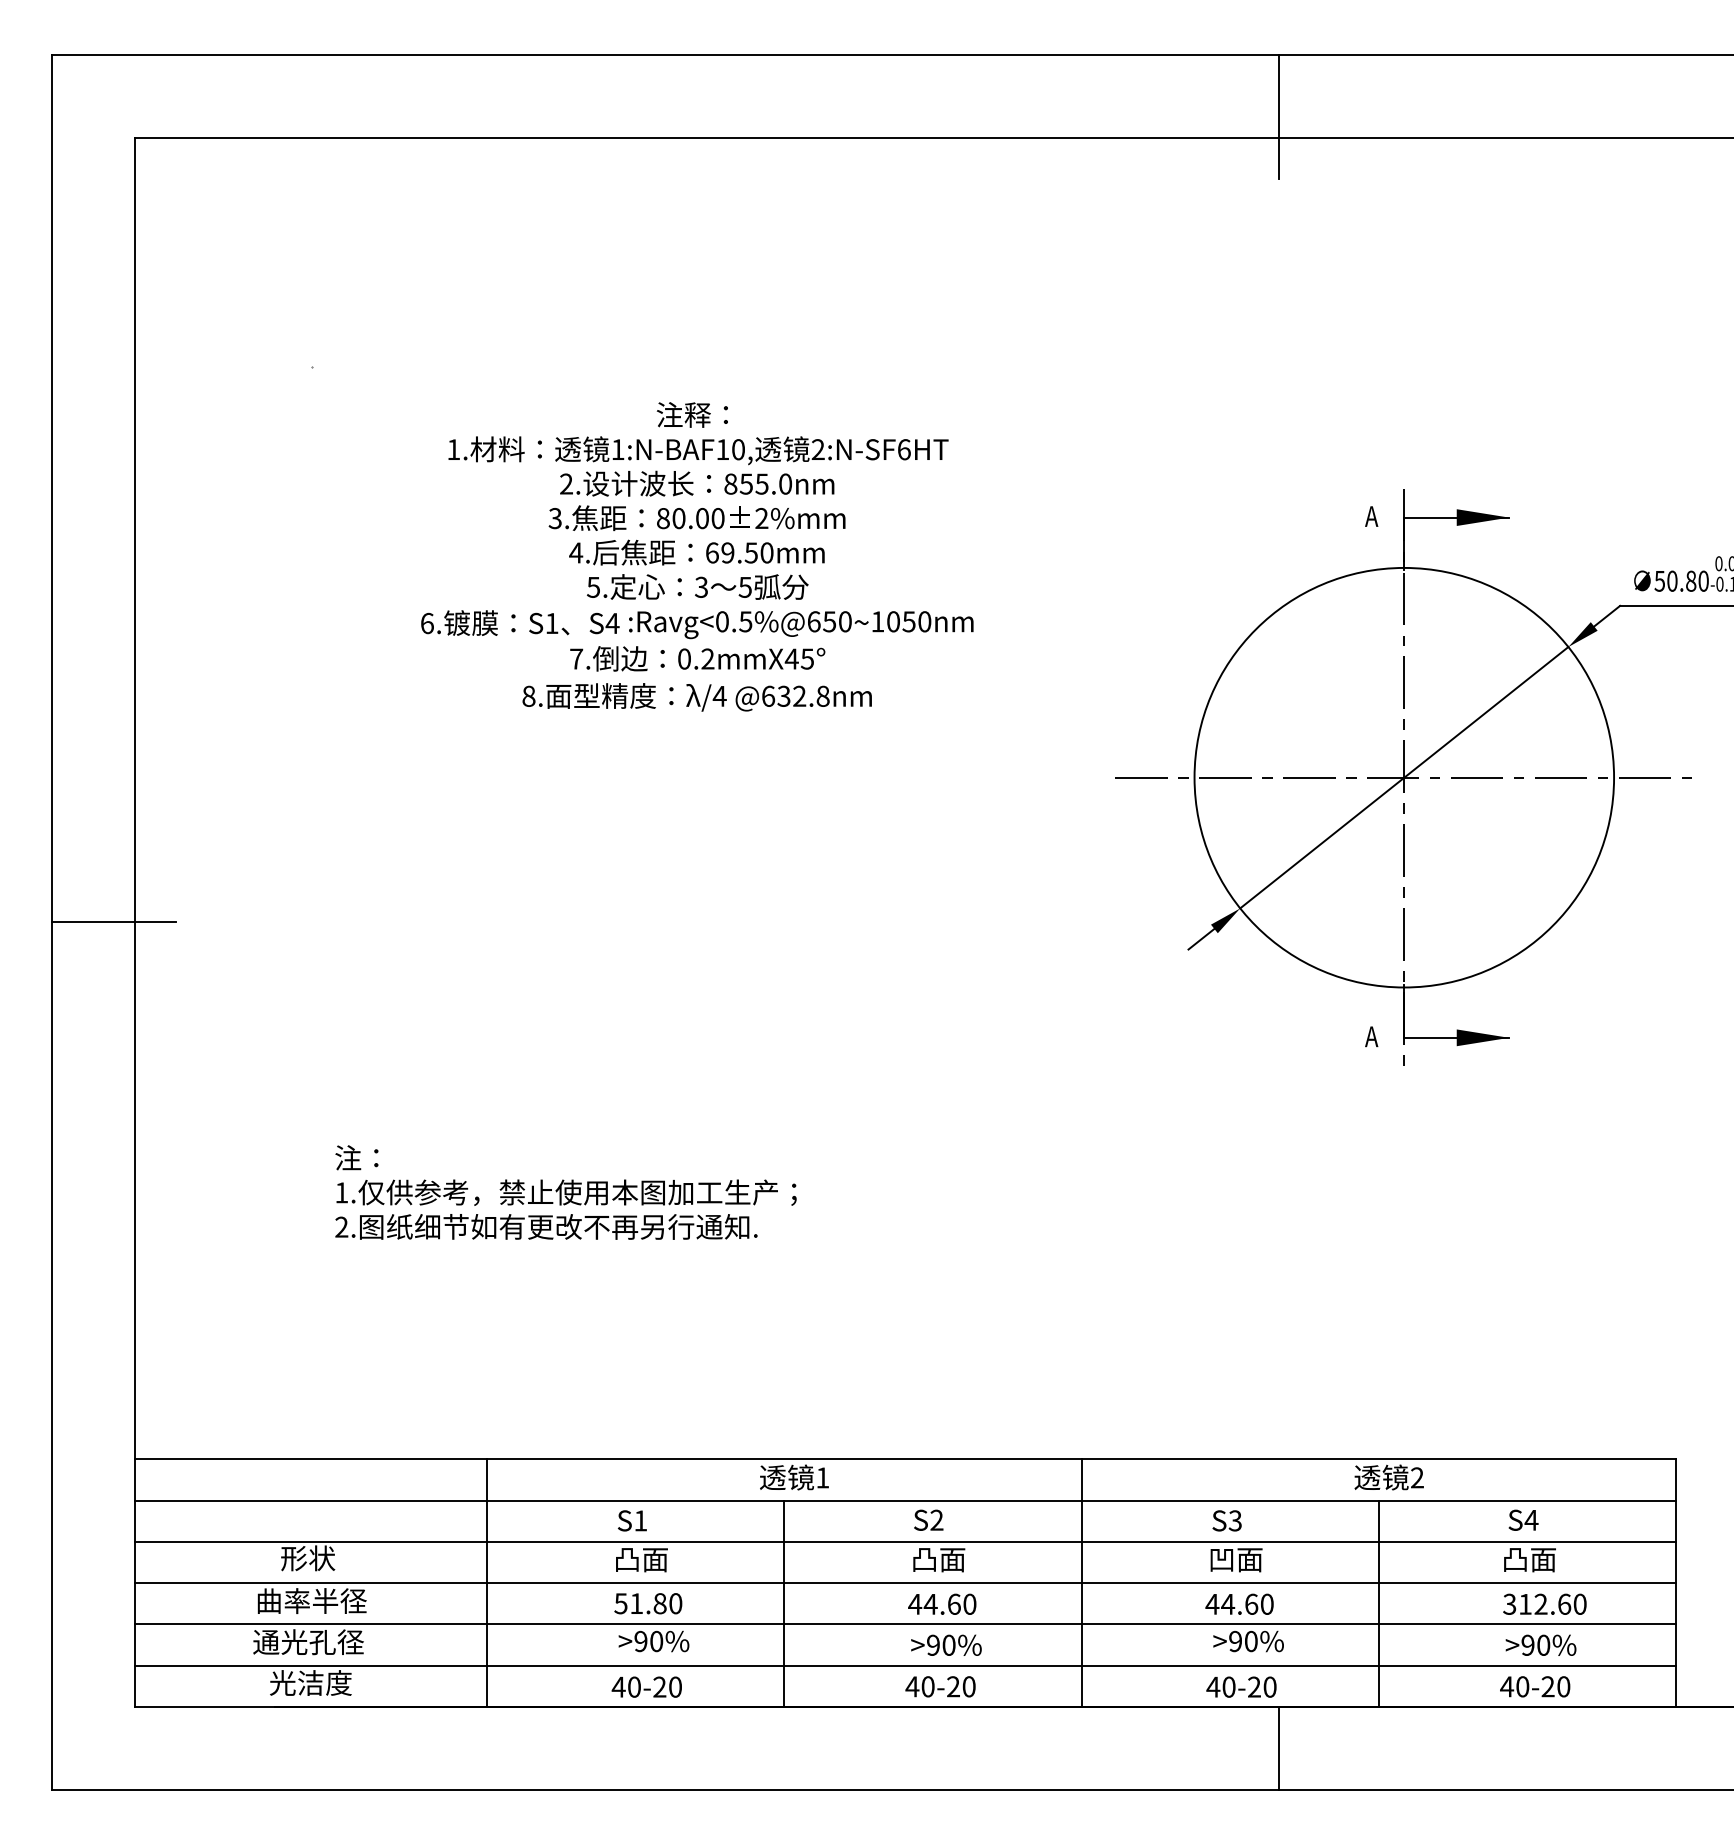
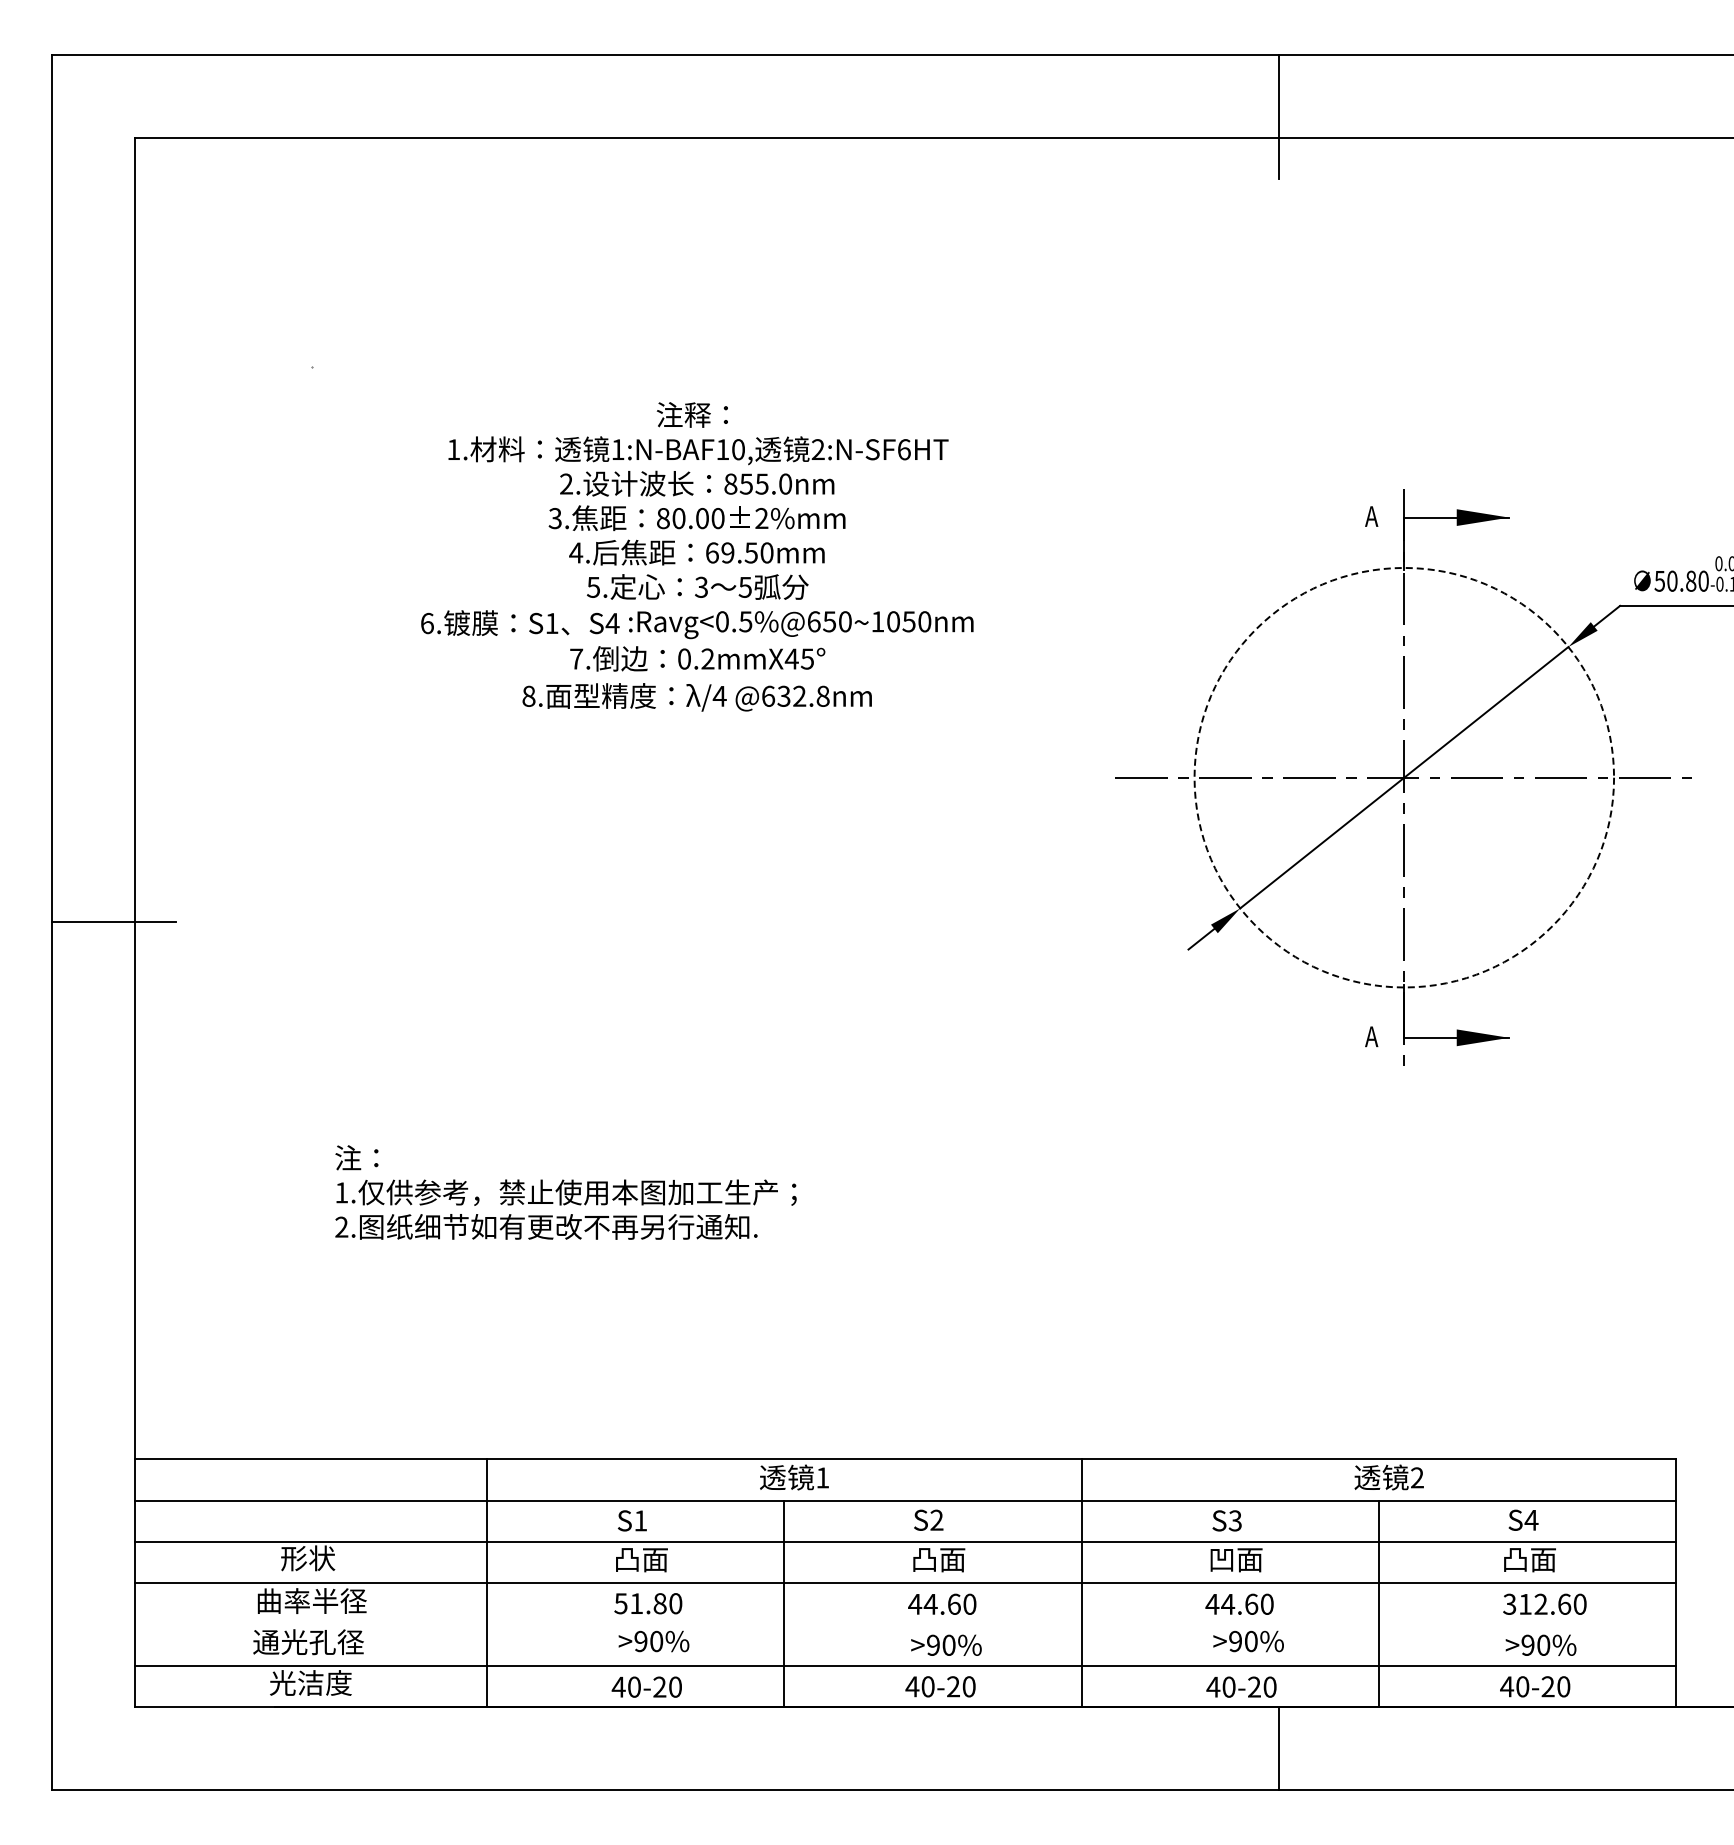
circle at (1404, 777): solid -> dashed
line at (905, 1624): present -> none
